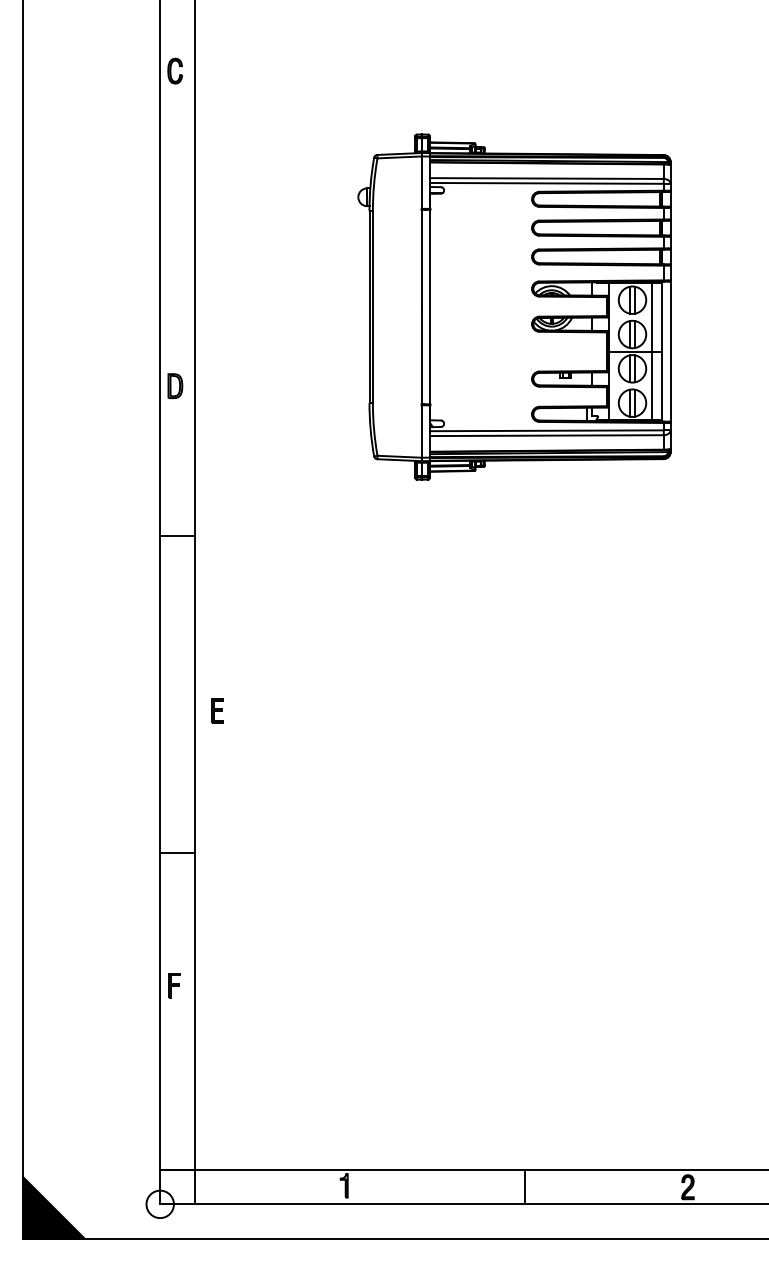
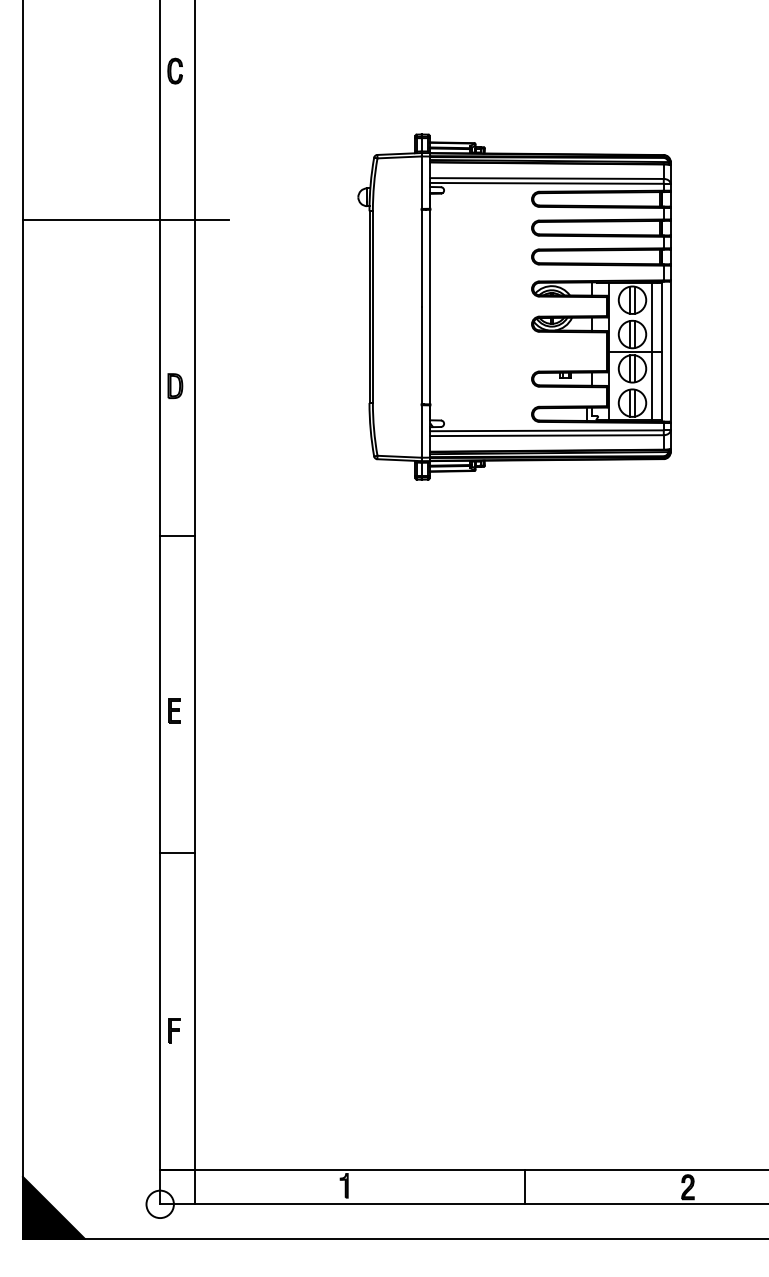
line at (125, 219): none -> present
part at (217, 710) position: (217, 710) -> (174, 710)
part at (174, 985) position: (174, 985) -> (174, 1030)
